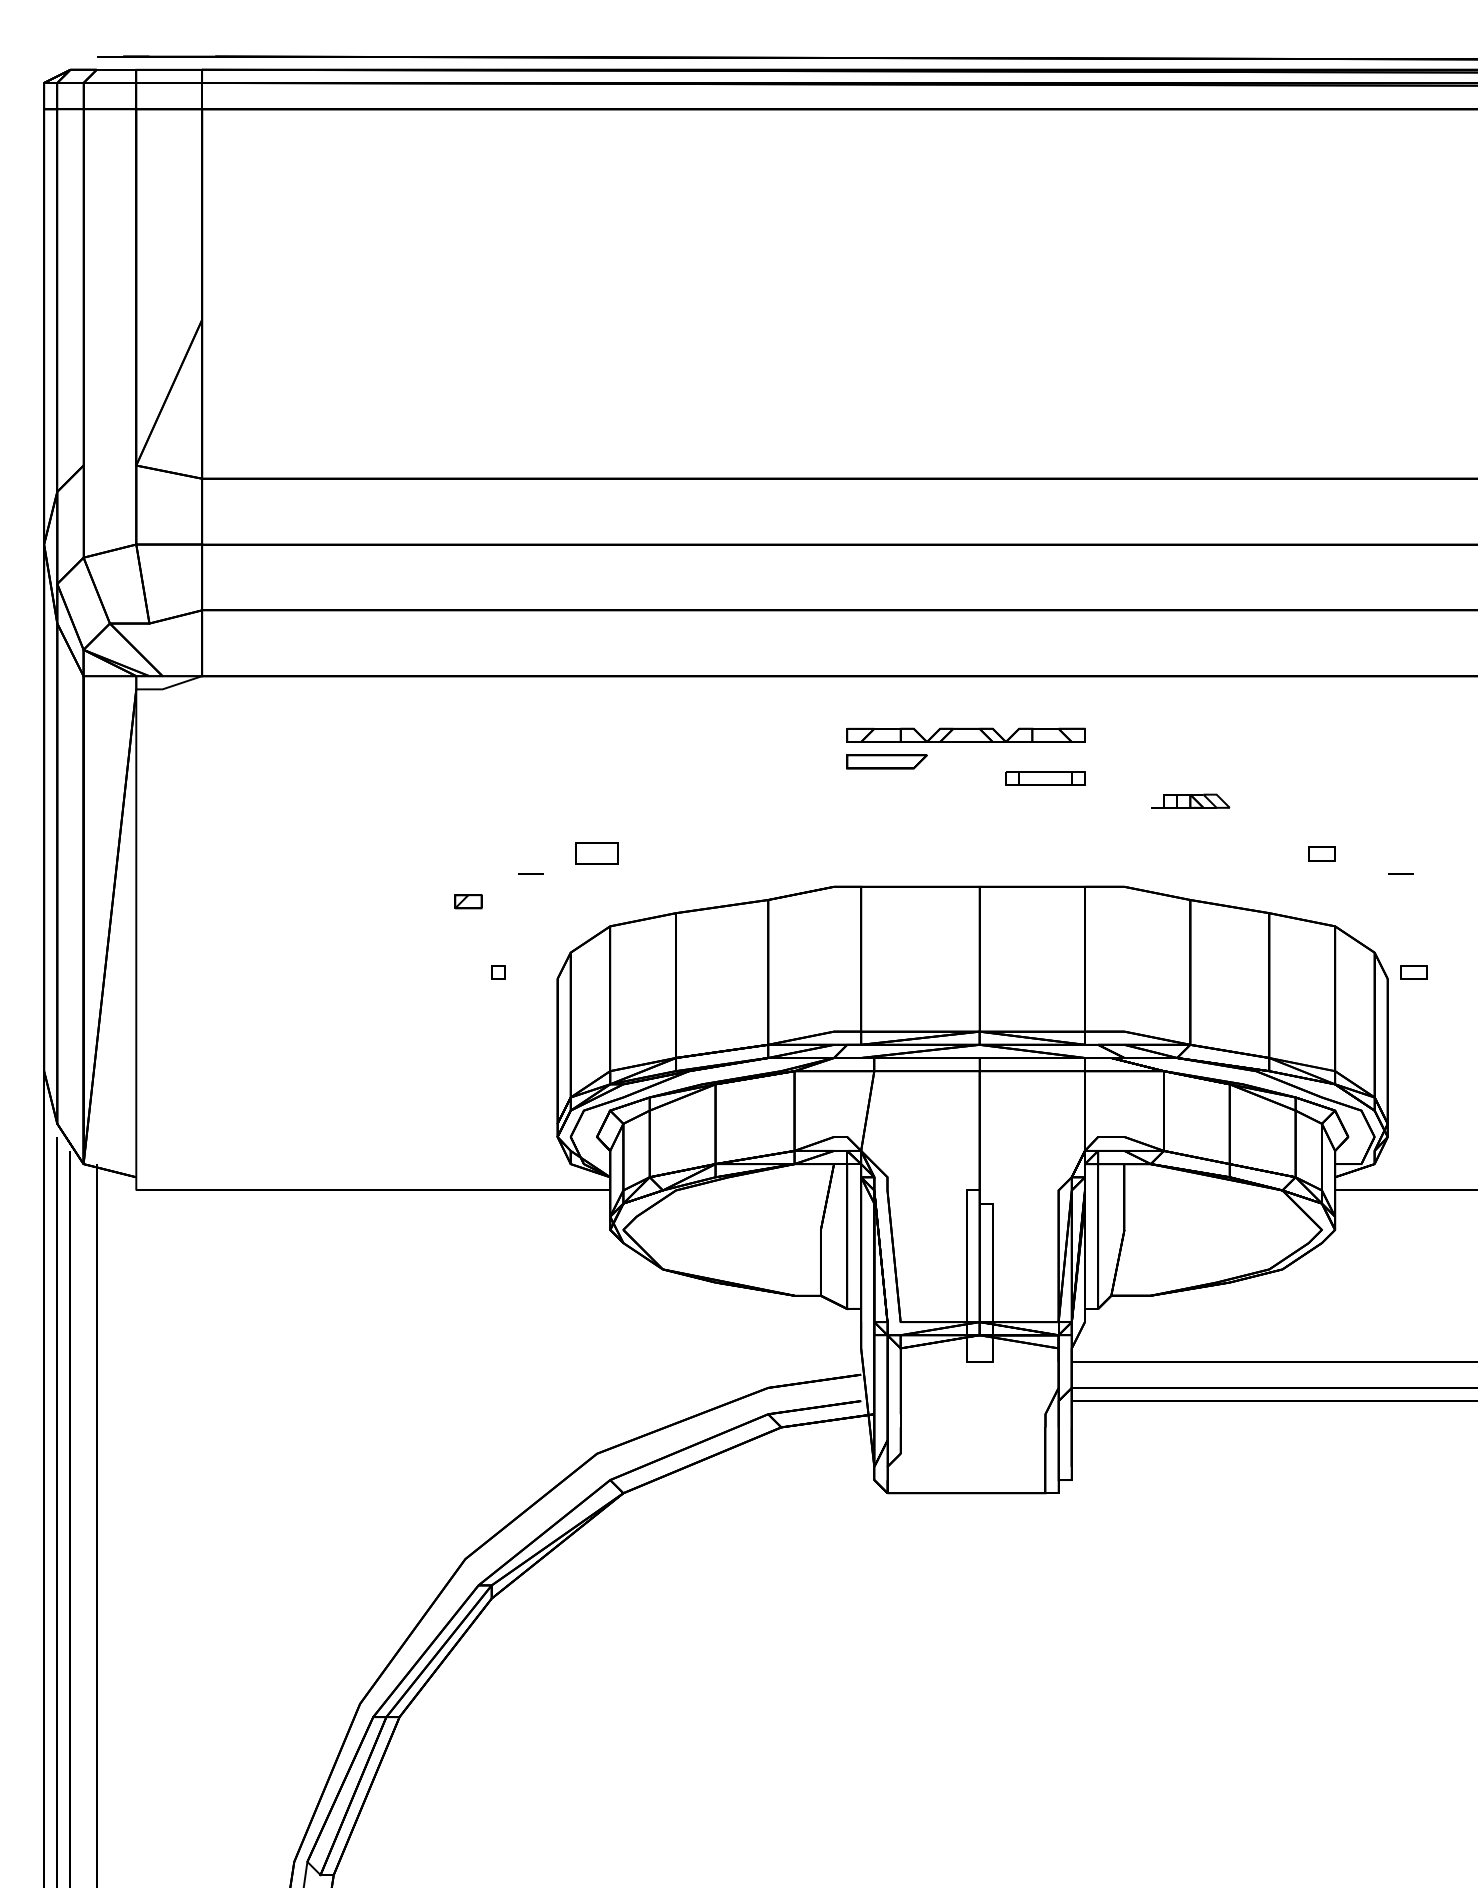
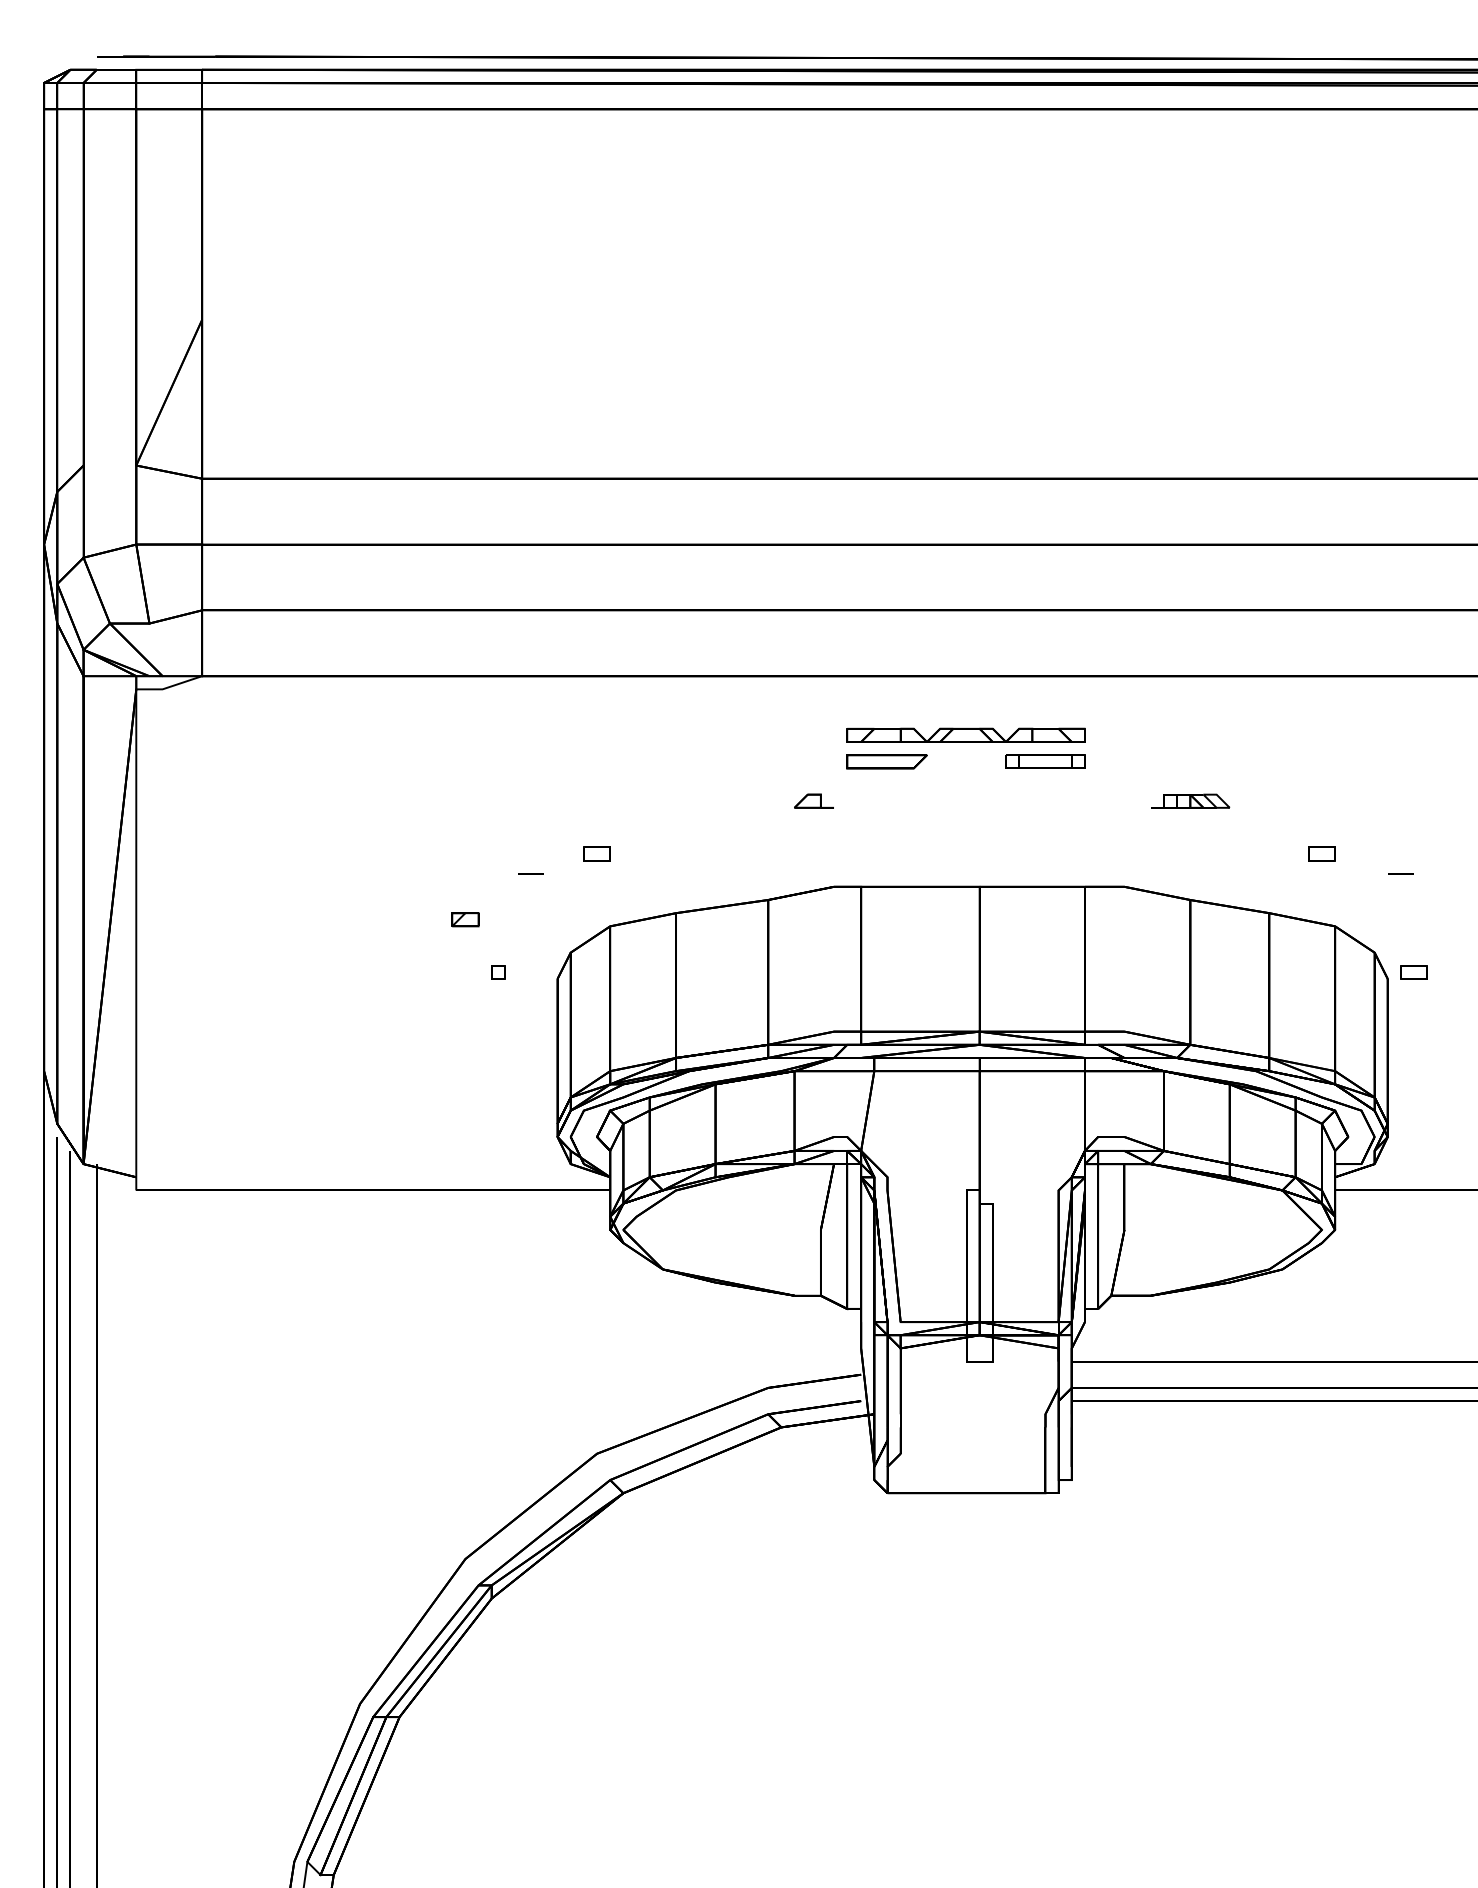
part at (1045, 778) position: (1045, 778) -> (1045, 761)
part at (813, 800): none -> present
part at (596, 853) size: 44x23 px -> 28x16 px
part at (468, 901) position: (468, 901) -> (465, 919)
